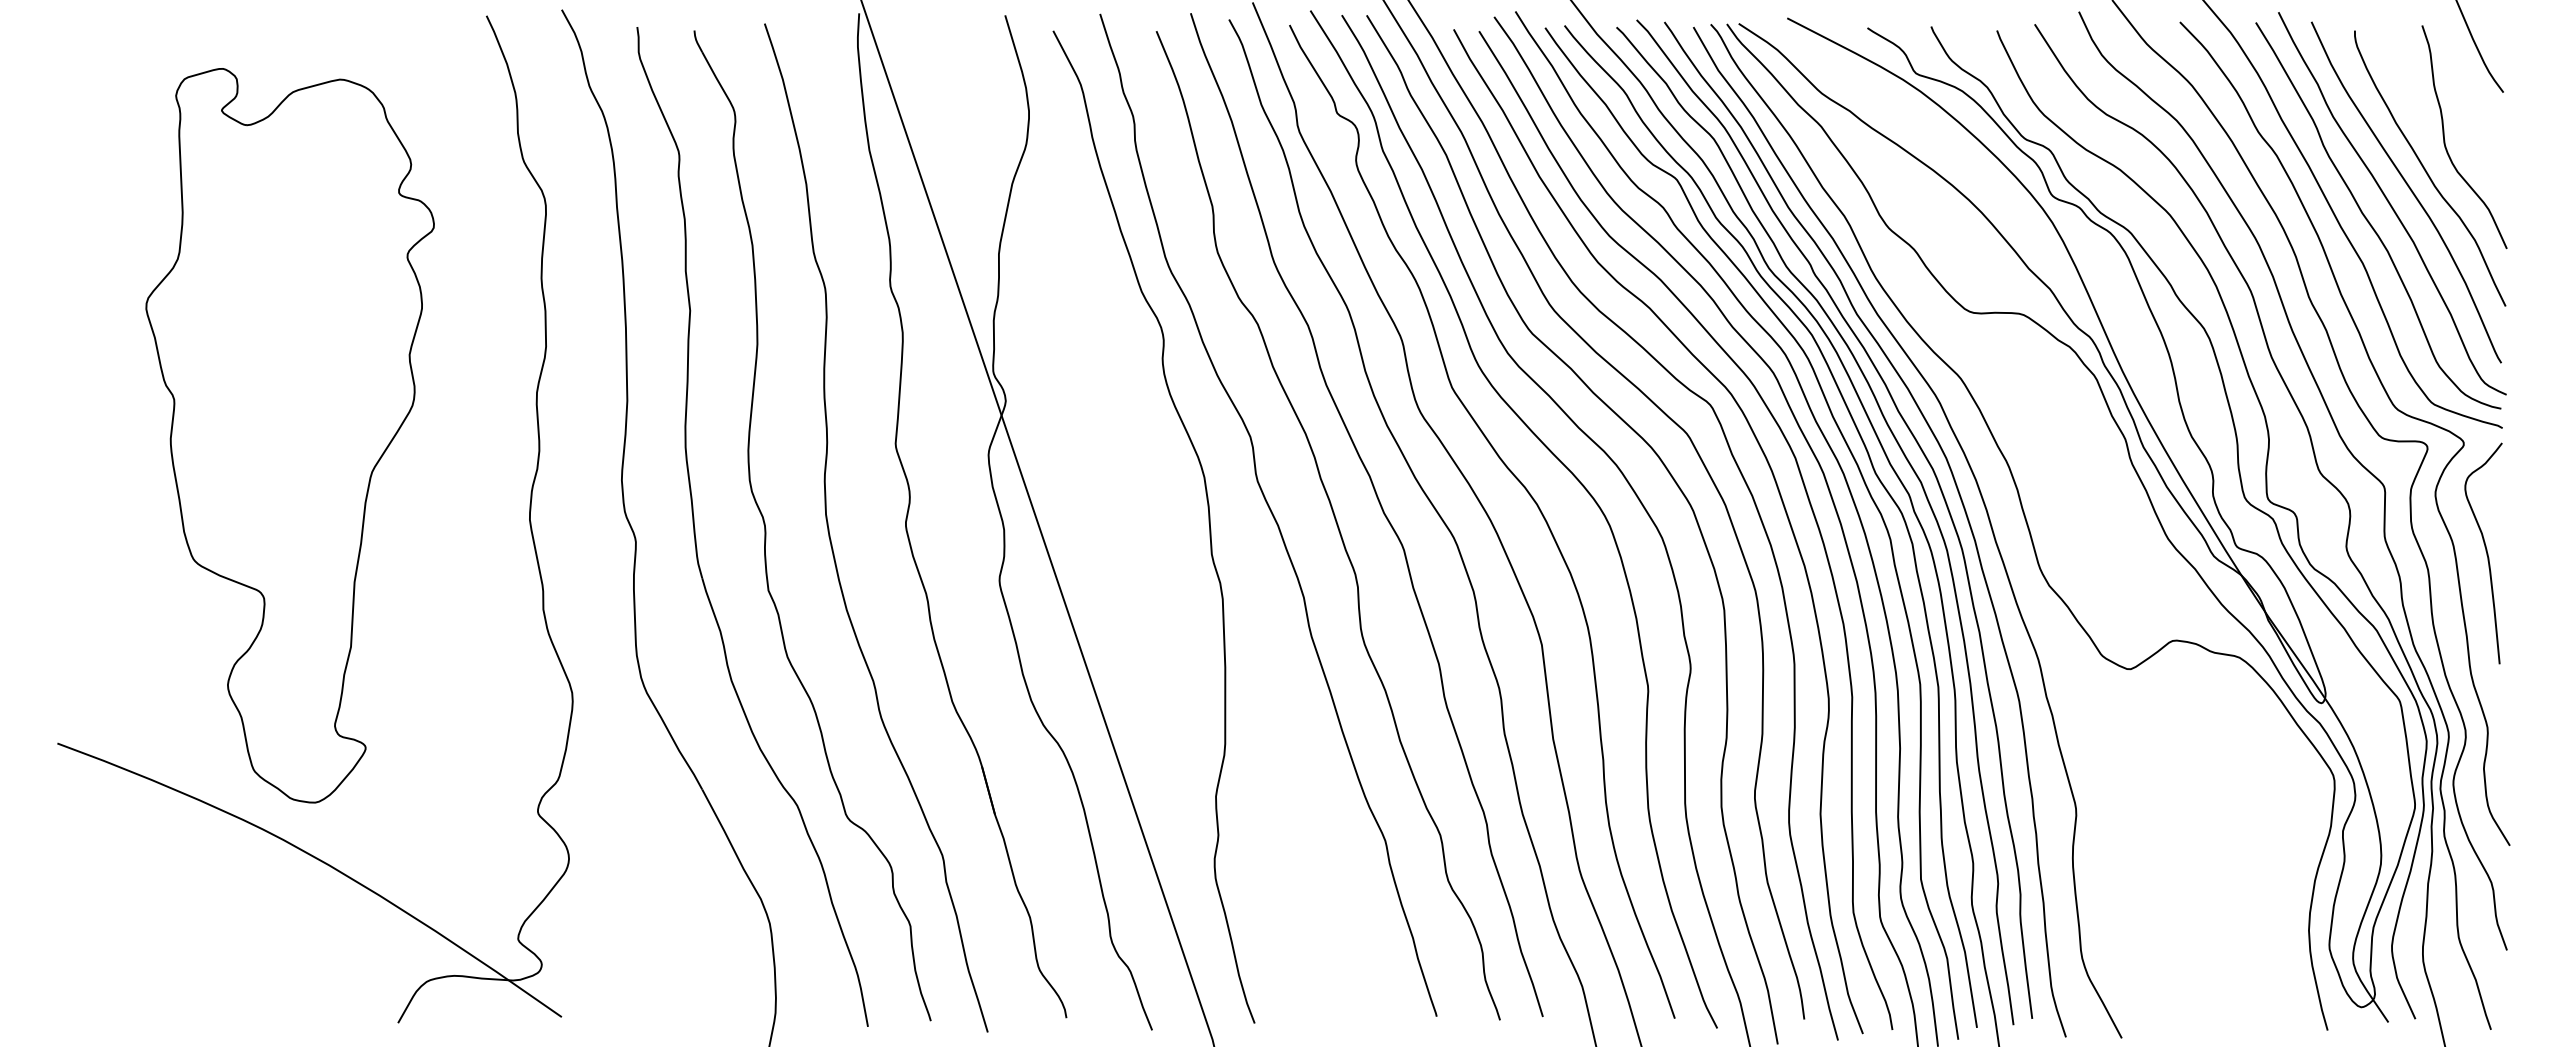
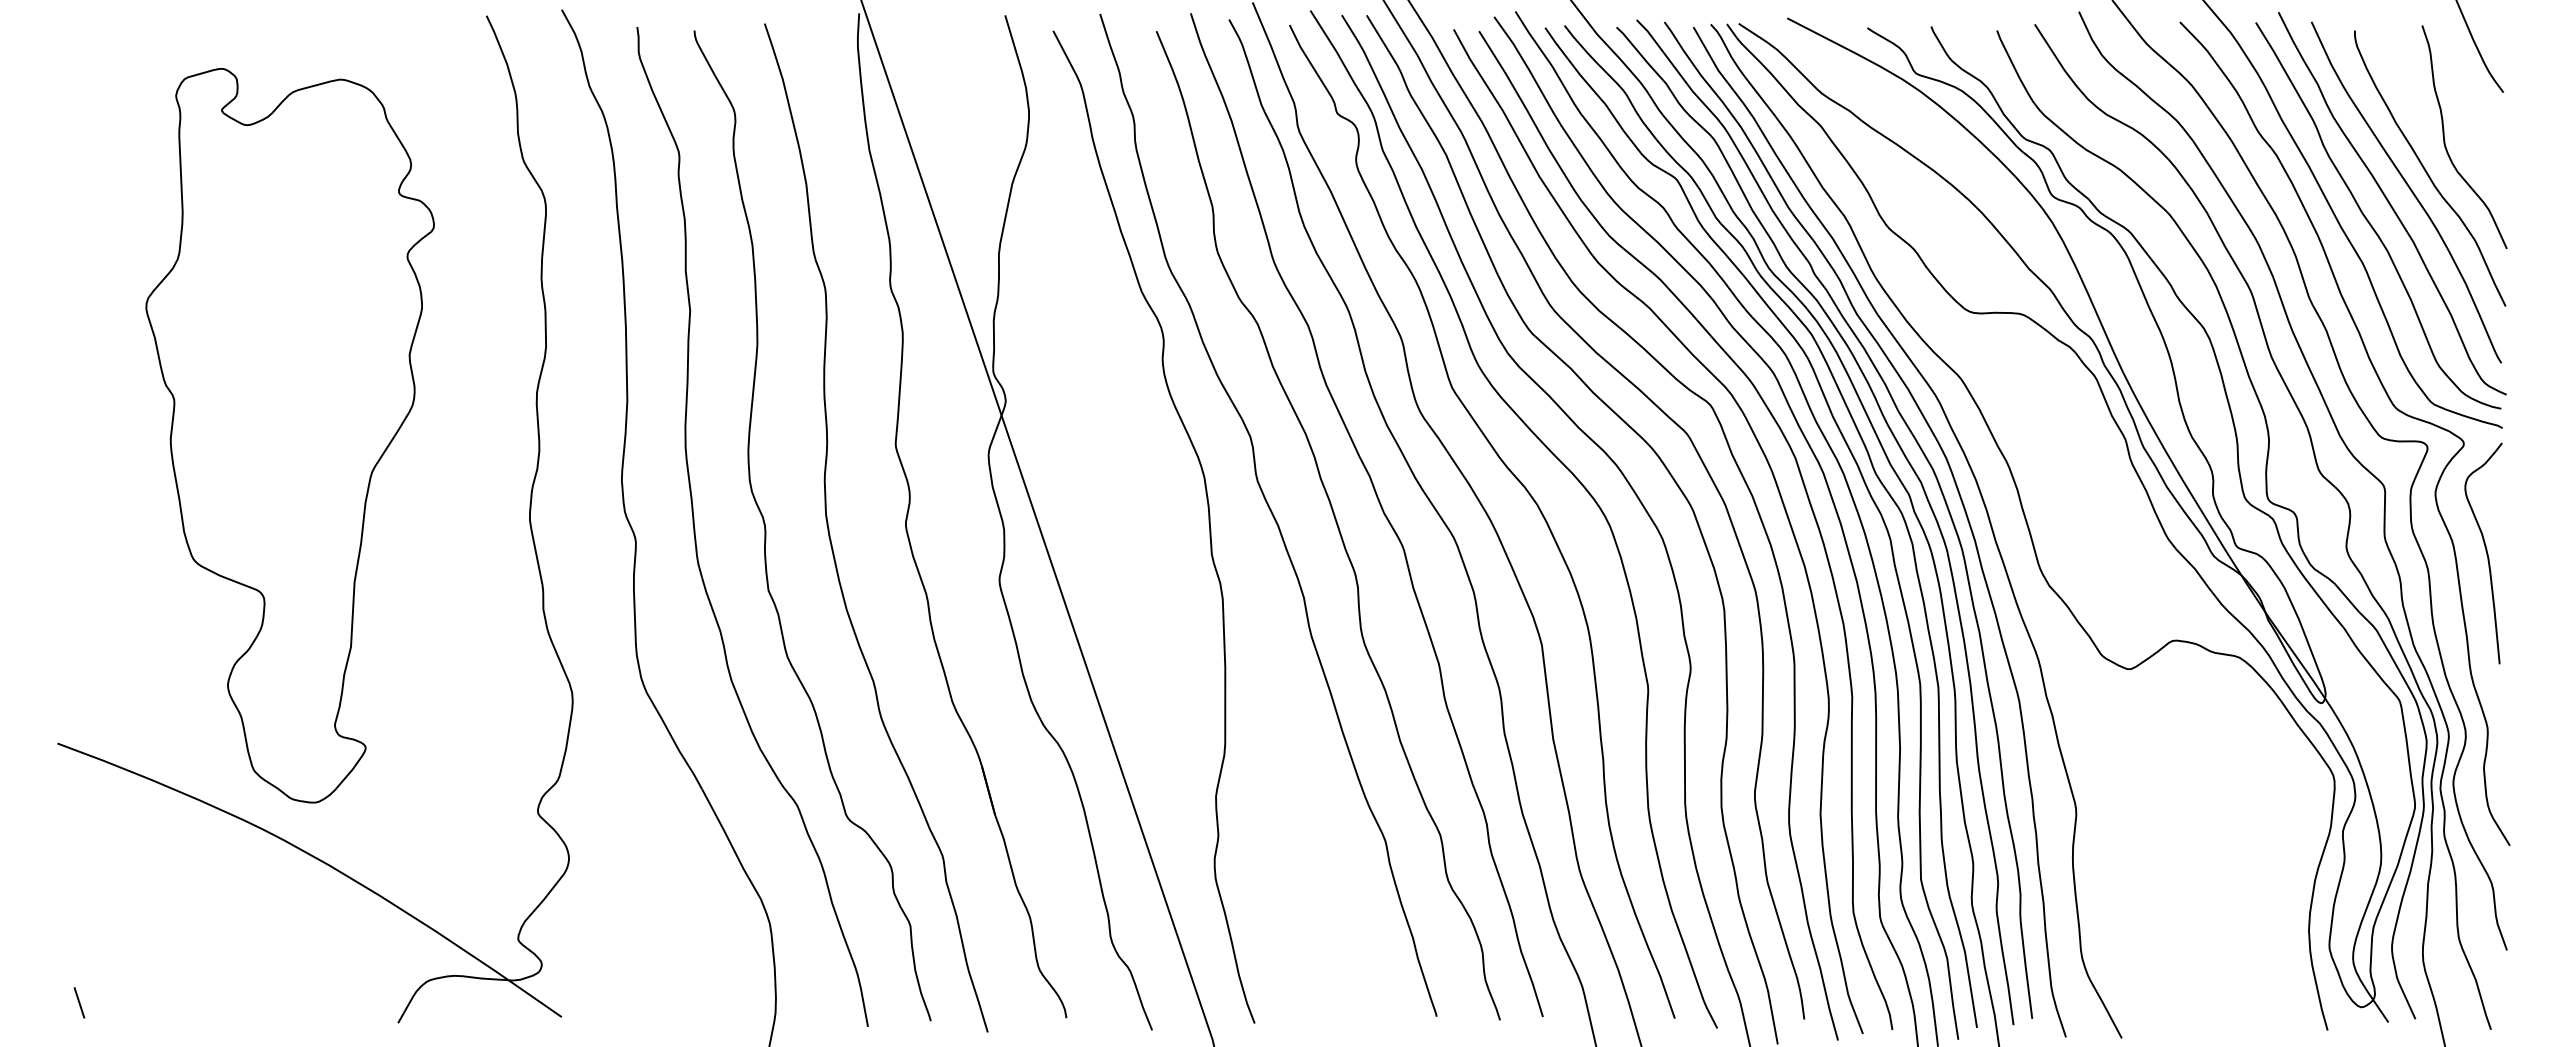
line at (79, 1002): none -> present
